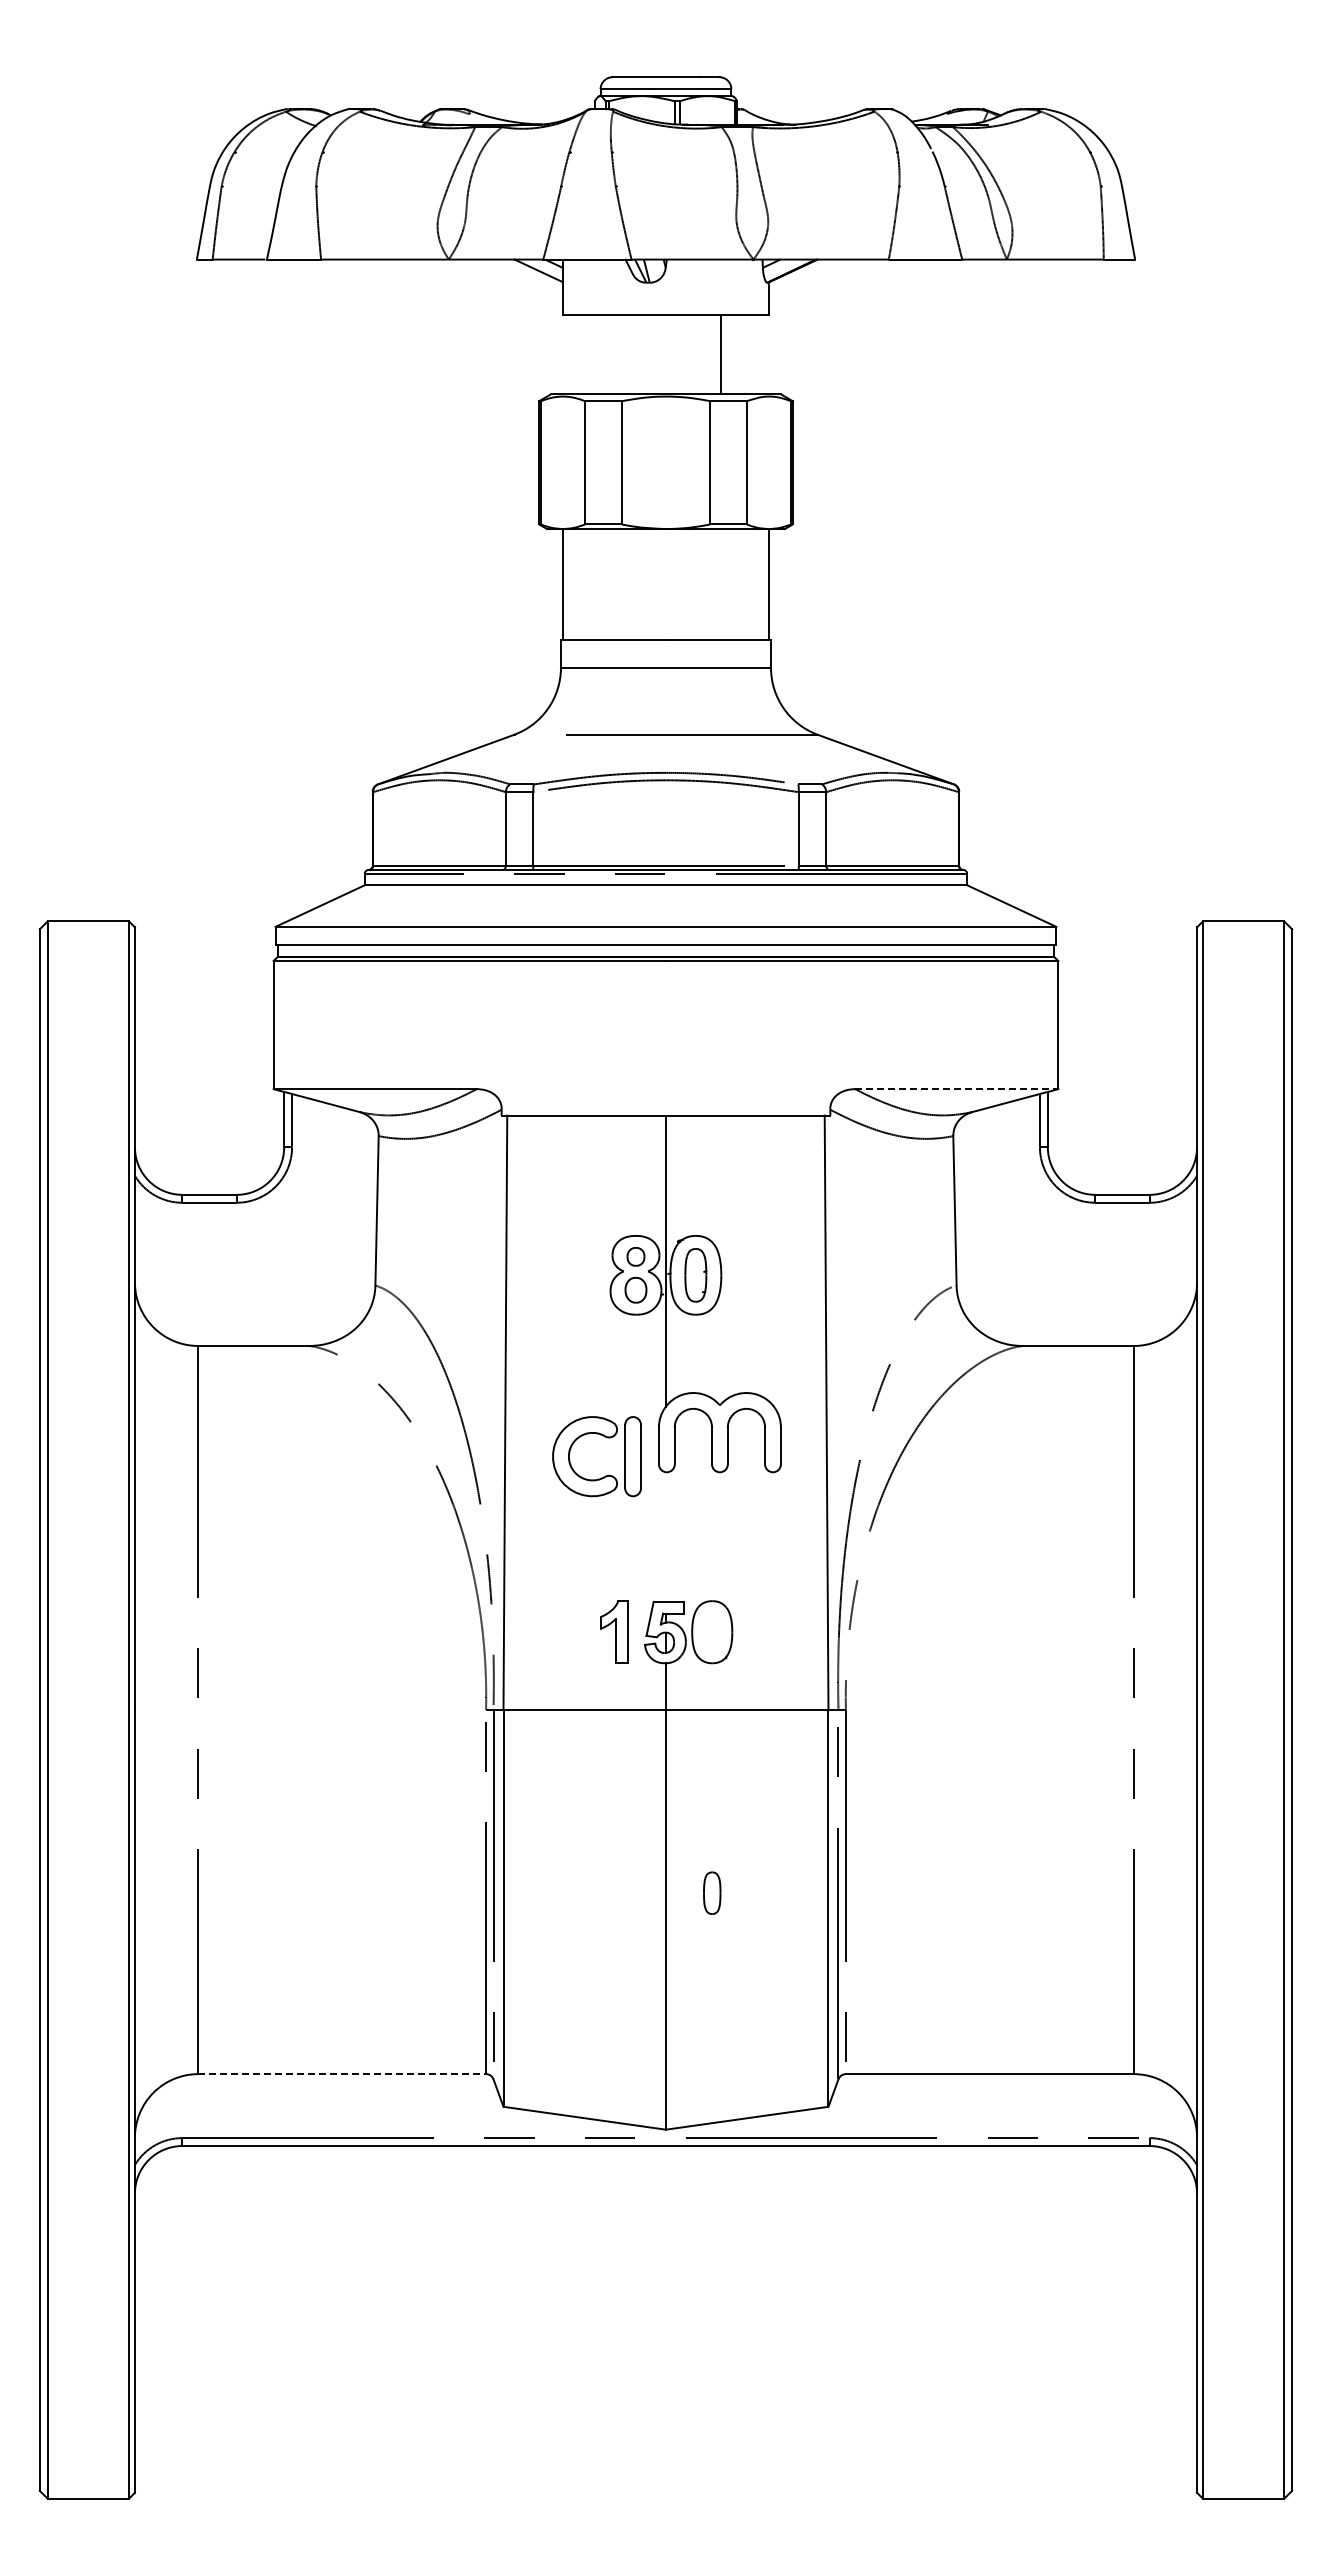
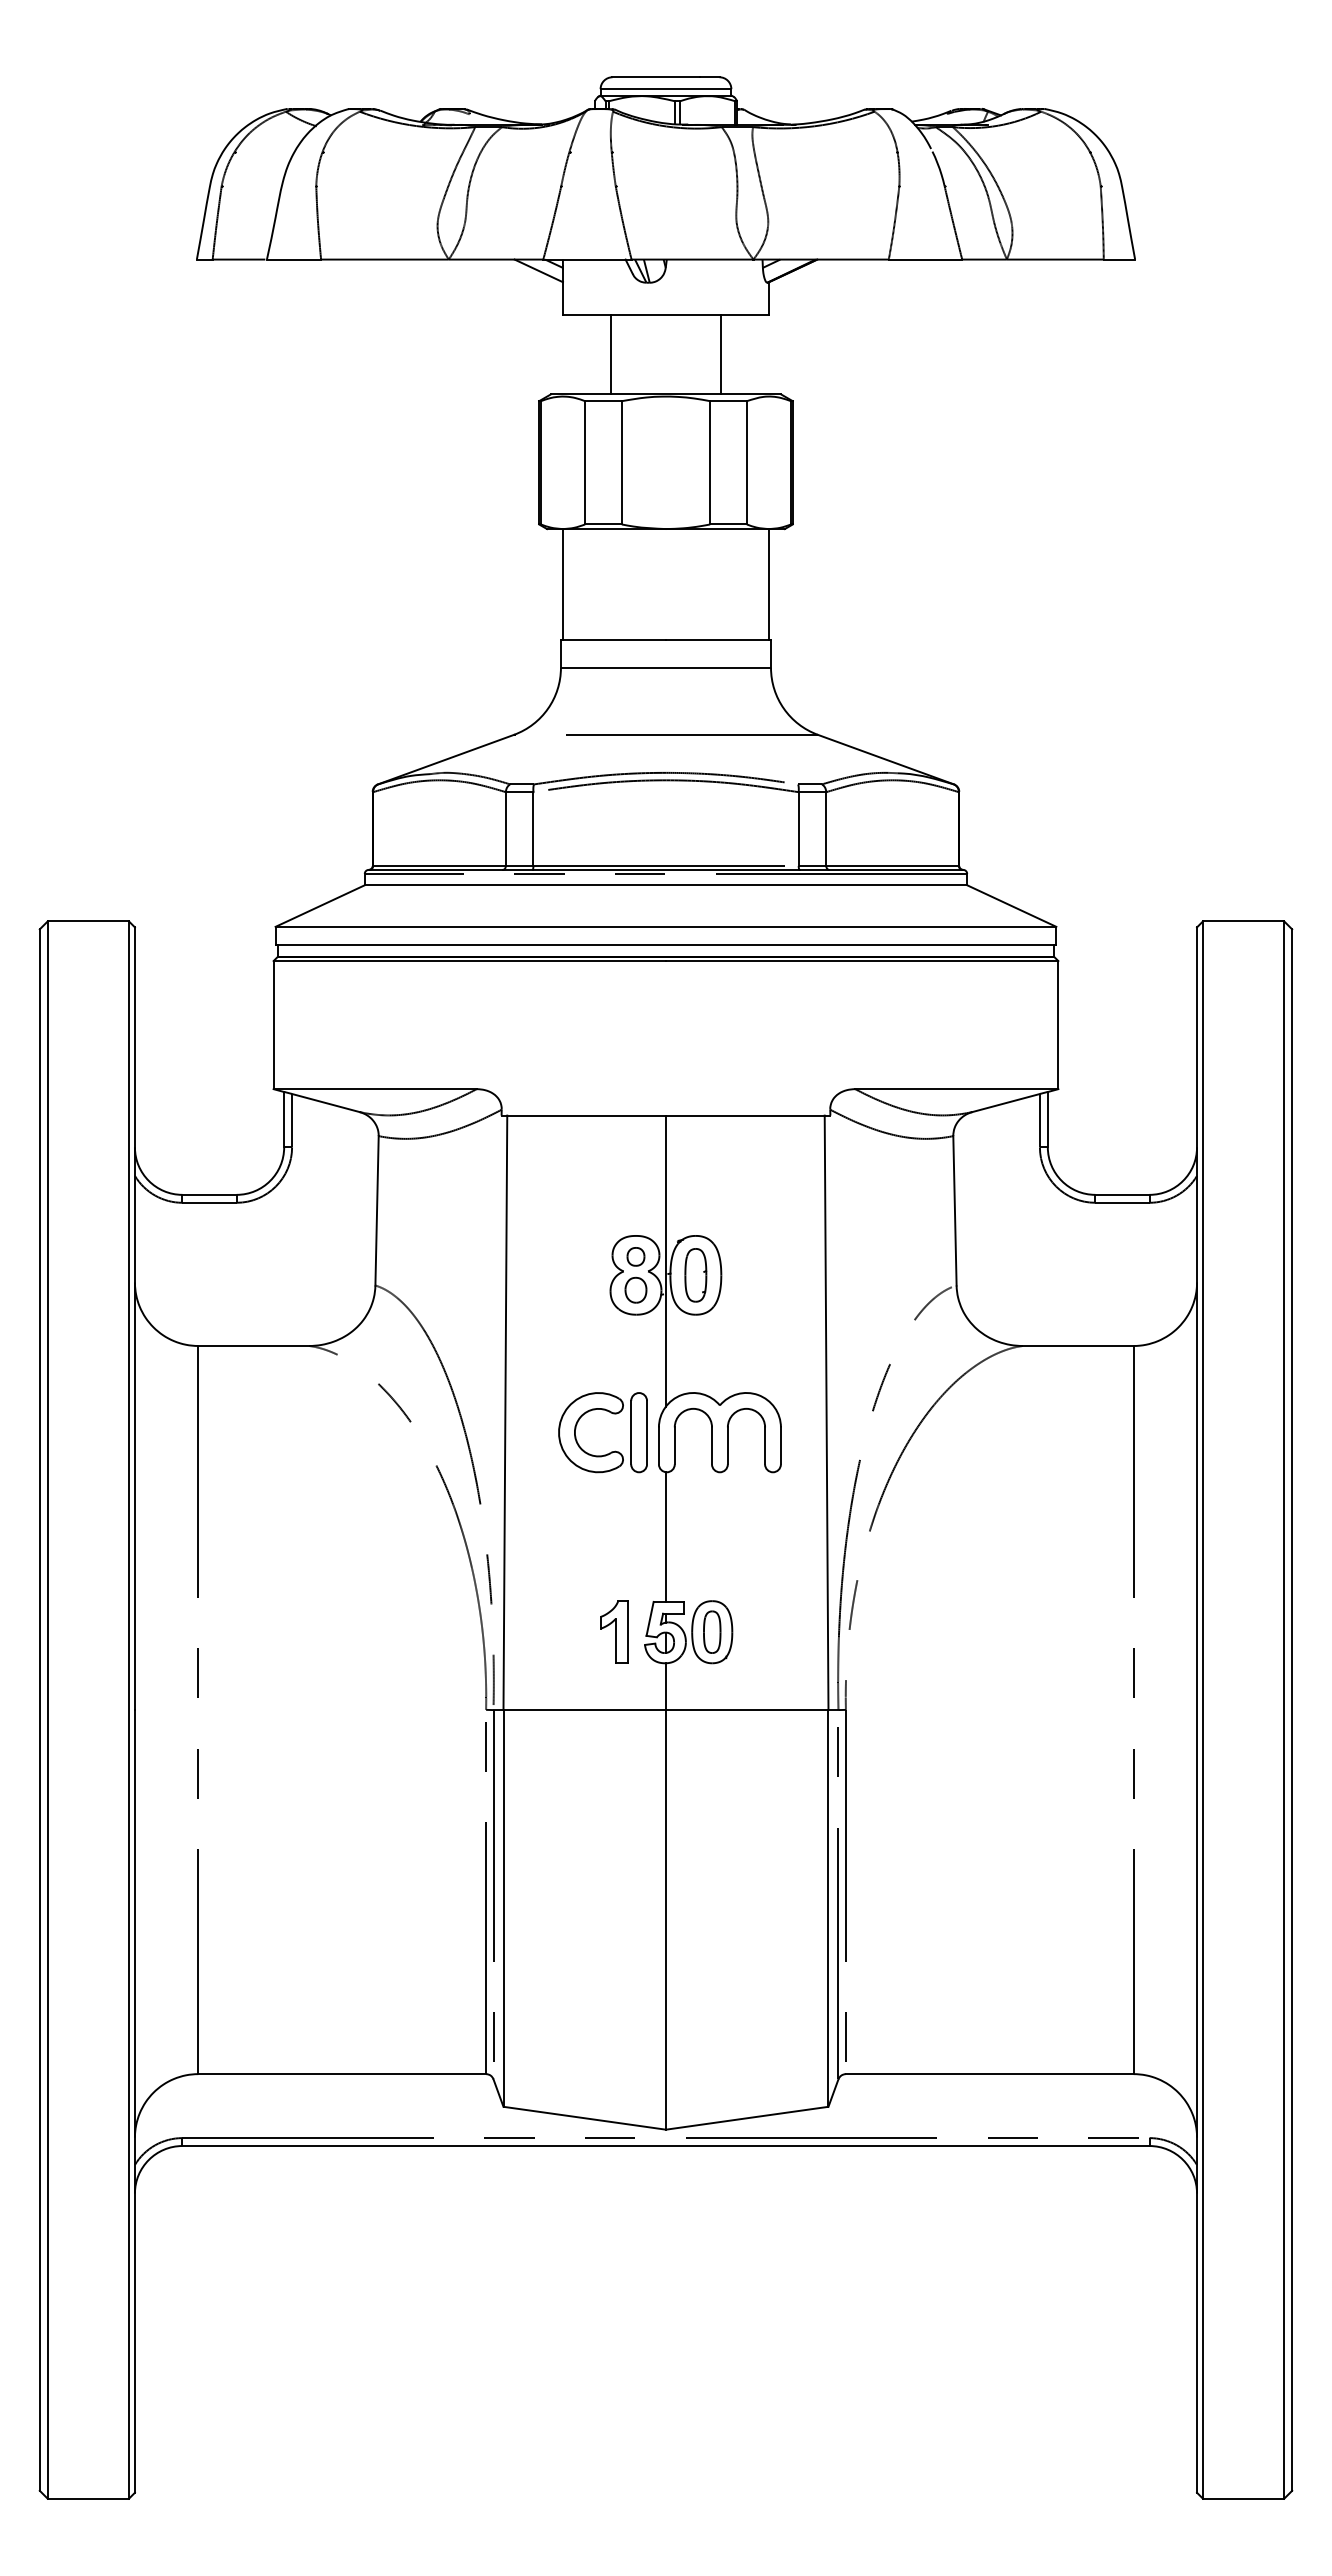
line at (610, 354): none -> present
line at (956, 1089): dashed -> solid
part at (604, 1437) position: (604, 1437) -> (610, 1413)
line at (665, 1536): none -> present
part at (712, 1892) position: (712, 1892) -> (712, 1631)
line at (342, 2074): dashed -> solid
